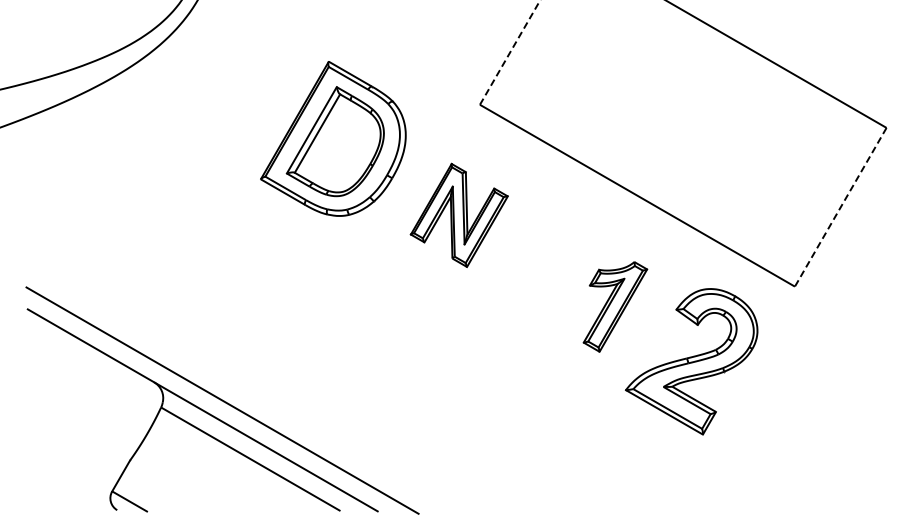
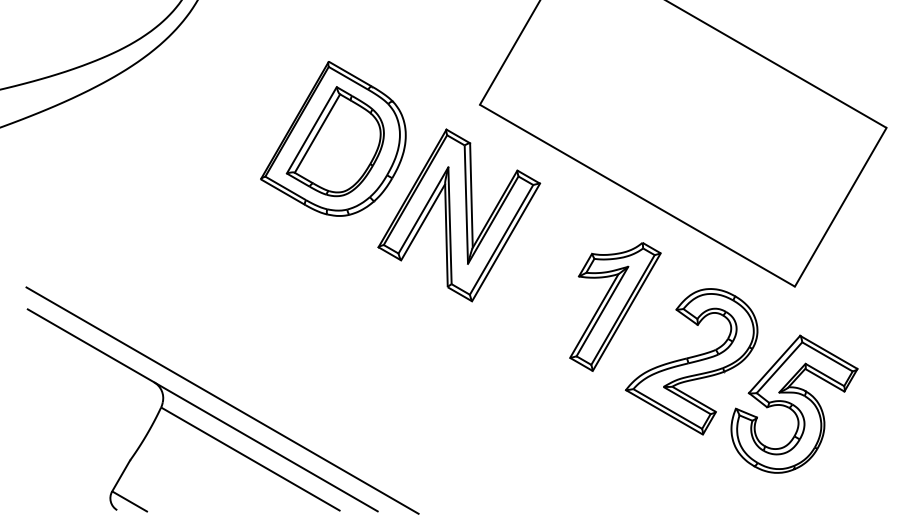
line at (510, 52): dashed -> solid
line at (840, 207): dashed -> solid
part at (458, 214) size: 100x106 px -> 165x175 px
part at (615, 306) size: 67x92 px -> 93x130 px
part at (794, 403): none -> present
